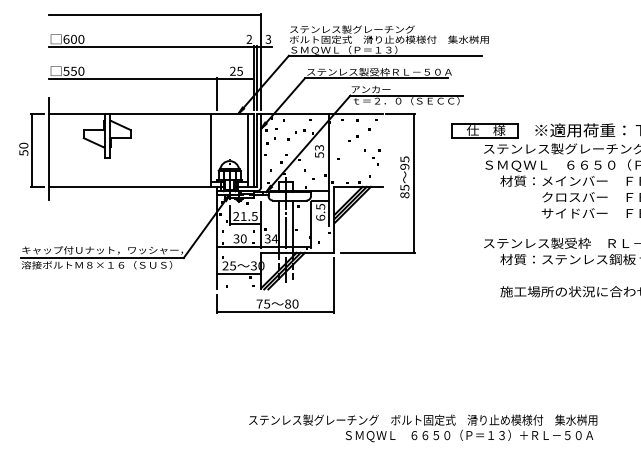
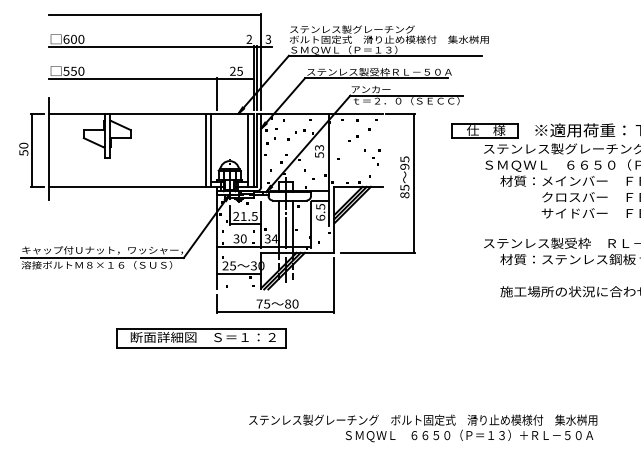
line at (205, 149): none -> present
part at (201, 338): none -> present
